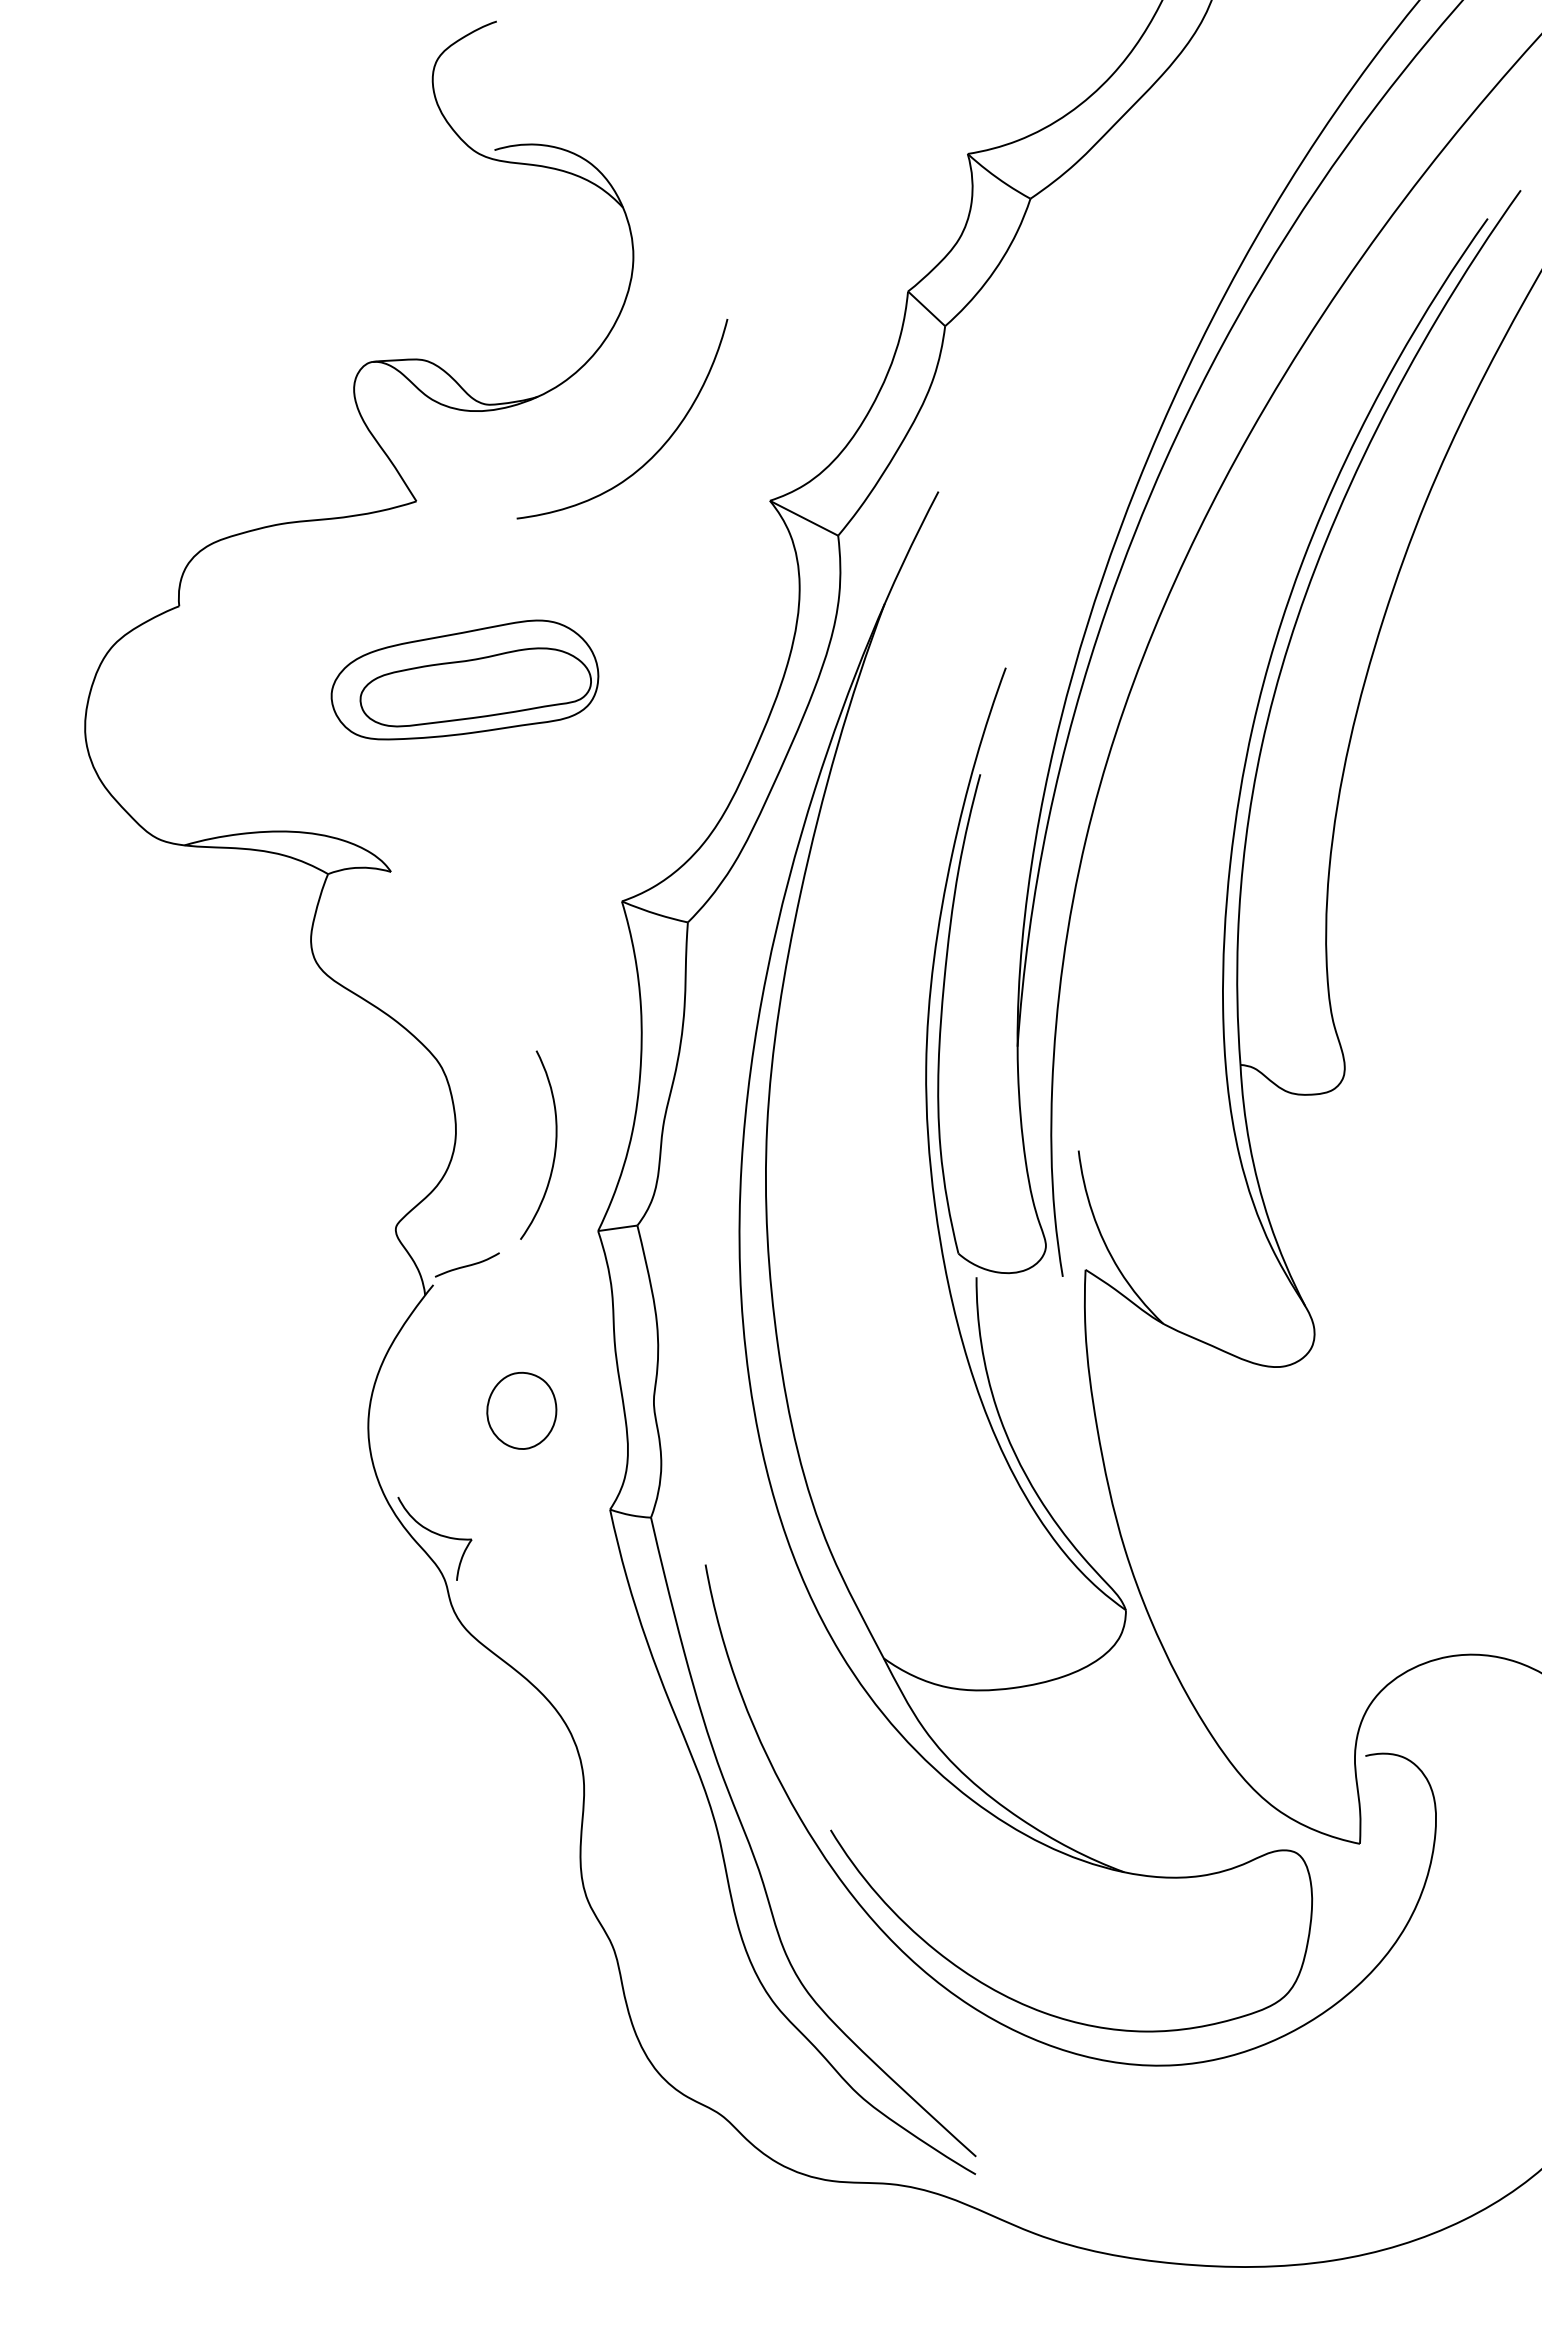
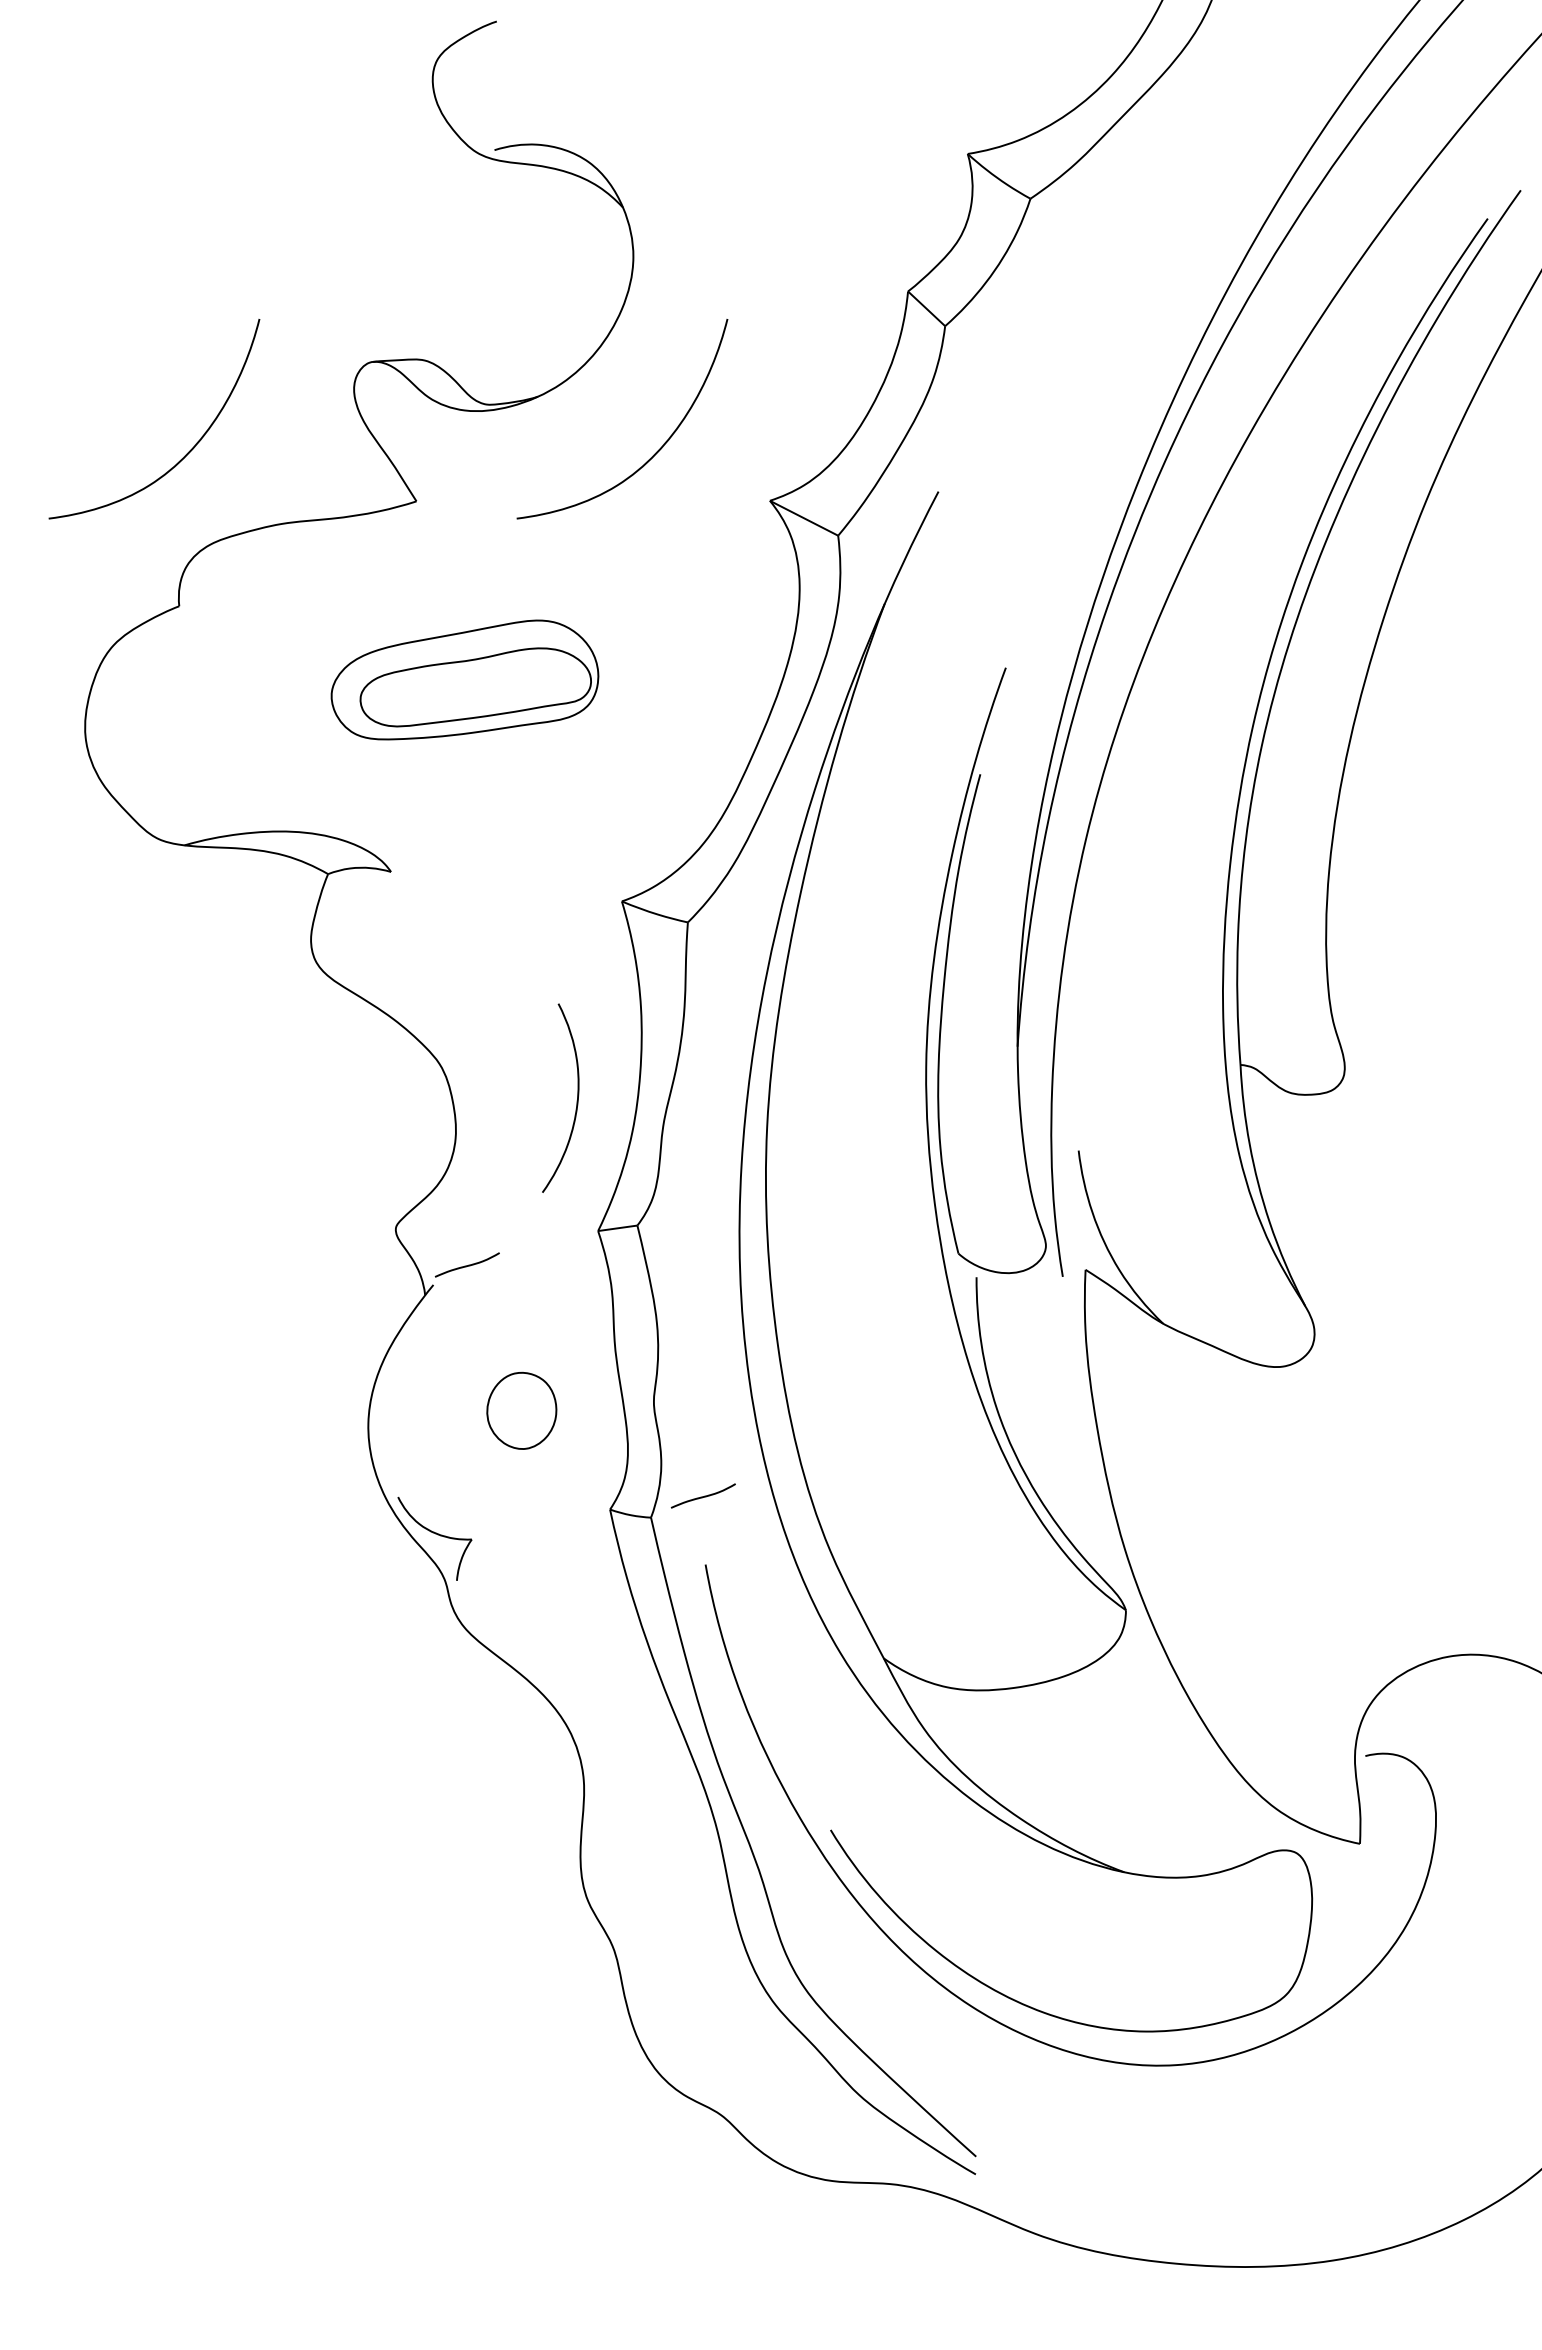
curve at (187, 452): none -> present
curve at (554, 1147) position: (554, 1147) -> (576, 1100)
curve at (702, 1496): none -> present
